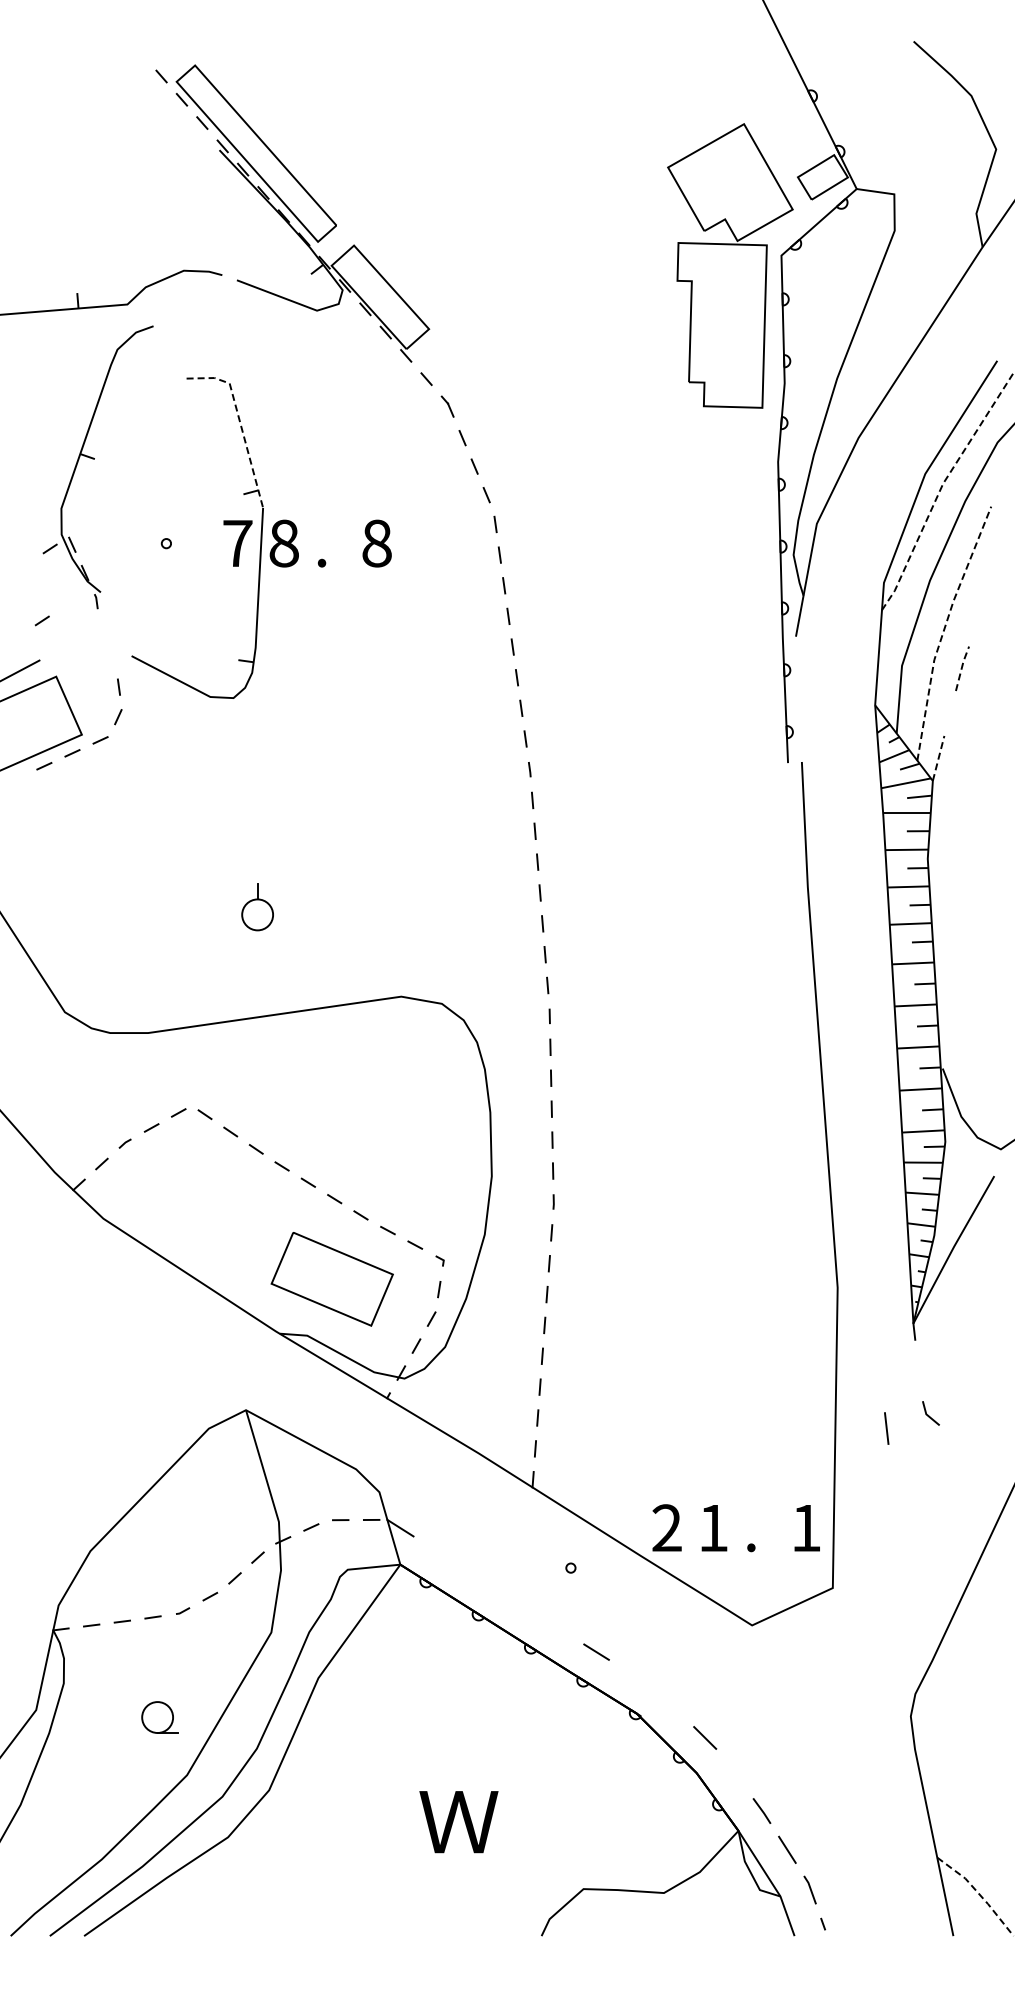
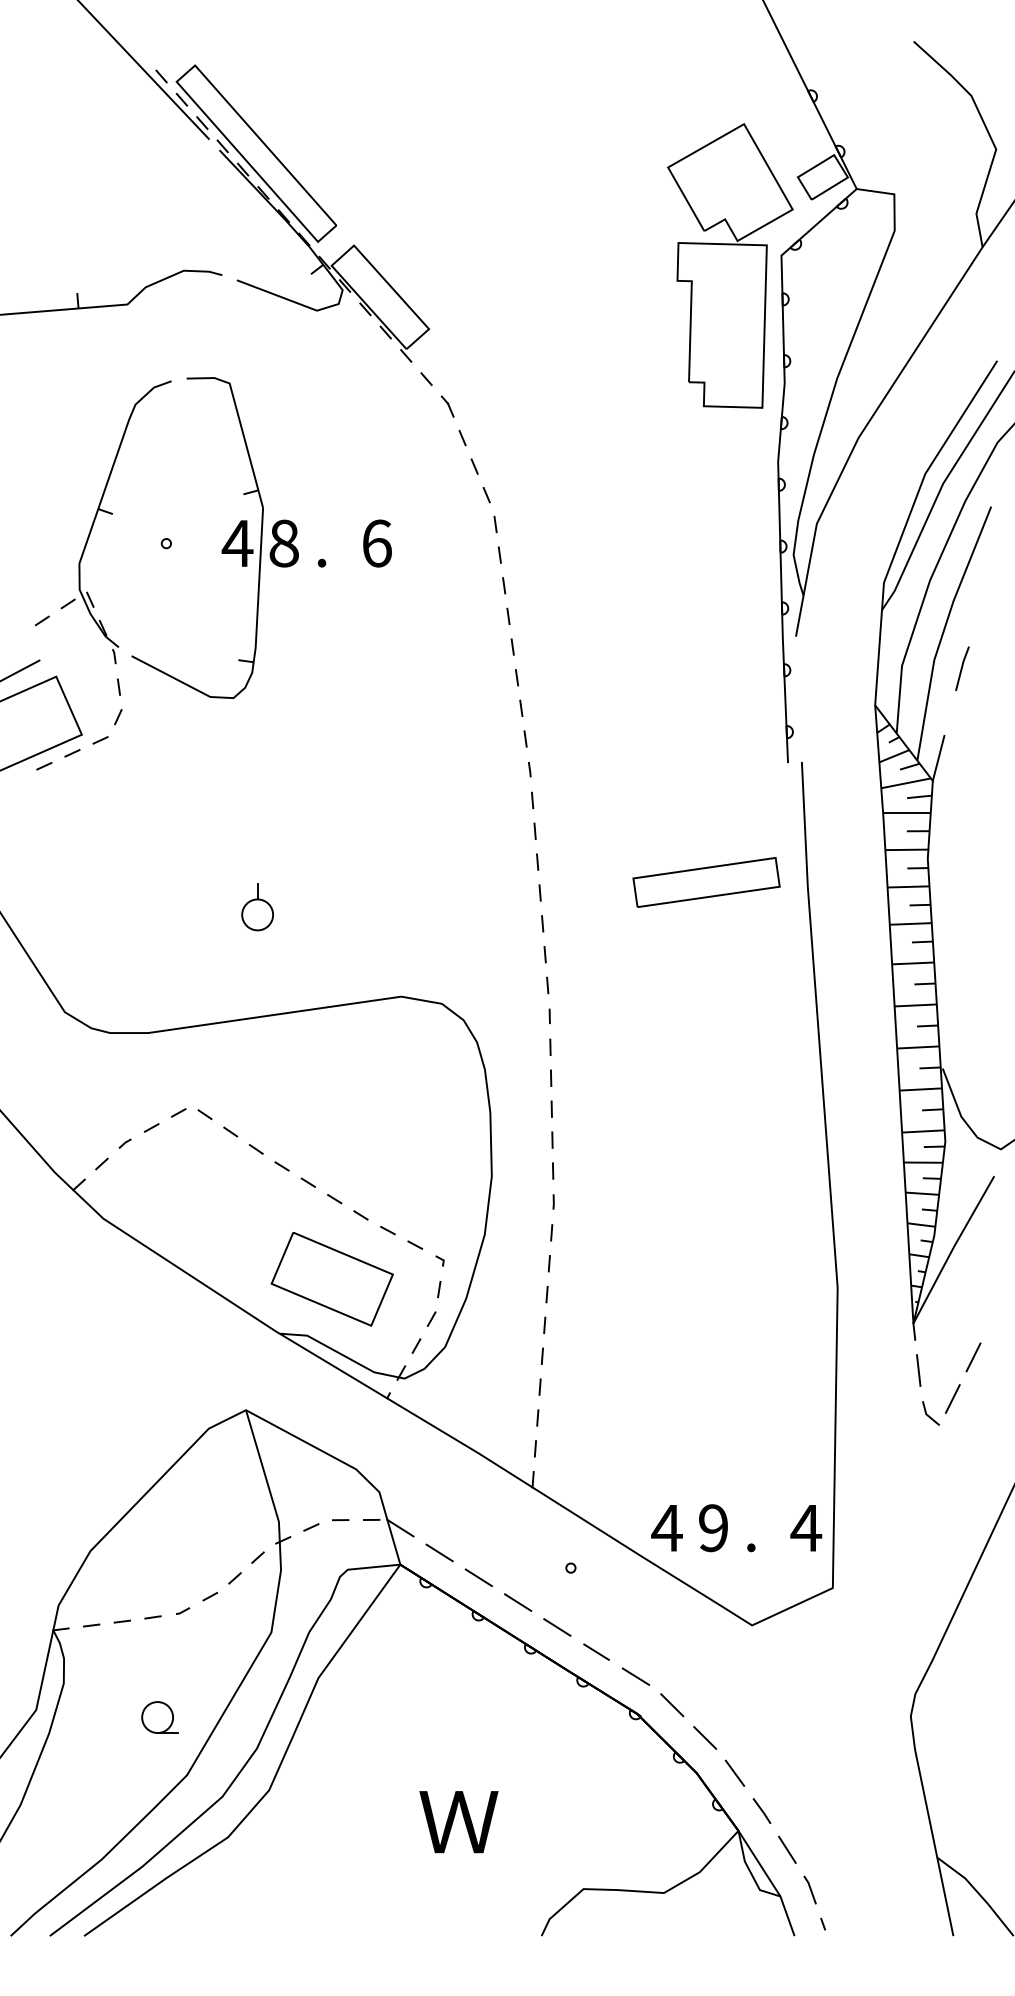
line at (143, 70): none -> present
line at (240, 423): dashed -> solid
part at (94, 459) position: (94, 459) -> (112, 514)
line at (941, 487): dashed -> solid
text at (237, 543): 7 -> 4
text at (376, 543): 8 -> 6
line at (943, 630): dashed -> solid
line at (961, 668): dashed -> solid
line at (938, 757): dashed -> solid
part at (706, 882): none -> present
line at (973, 1357): none -> present
line at (952, 1398): none -> present
line at (886, 1428) position: (886, 1428) -> (918, 1370)
text at (666, 1527): 2 -> 4
text at (713, 1528): 1 -> 9
text at (806, 1528): 1 -> 4
line at (439, 1552): none -> present
line at (478, 1577): none -> present
line at (518, 1602): none -> present
line at (557, 1627): none -> present
line at (635, 1676): none -> present
line at (672, 1705): none -> present
line at (734, 1772): none -> present
line at (978, 1893): dashed -> solid
